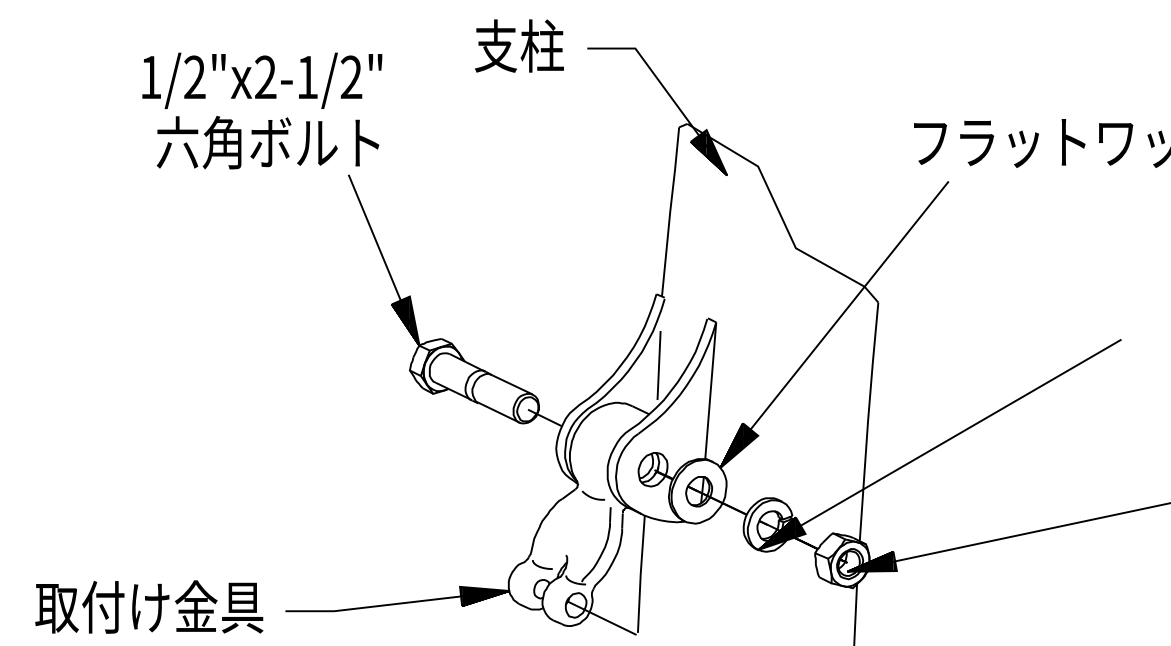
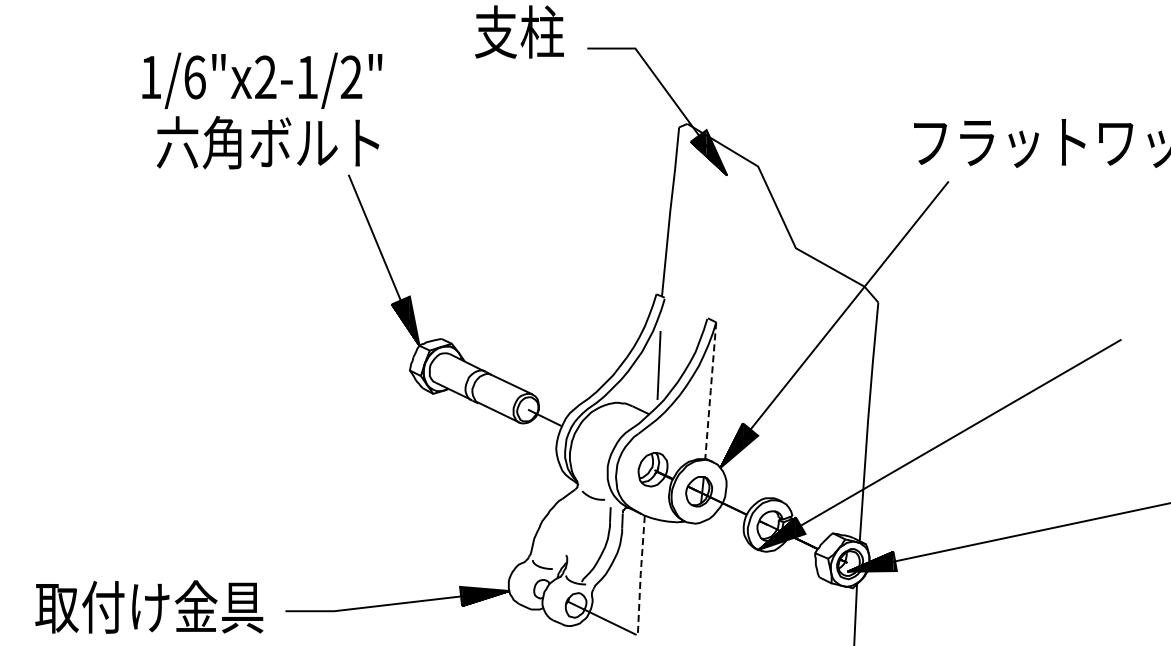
text at (518, 45) position: (518, 45) -> (518, 31)
text at (194, 77): 1/2"x2-1/2" -> 1/6"x2-1/2"
line at (710, 390): solid -> dashed
line at (640, 574): solid -> dashed
